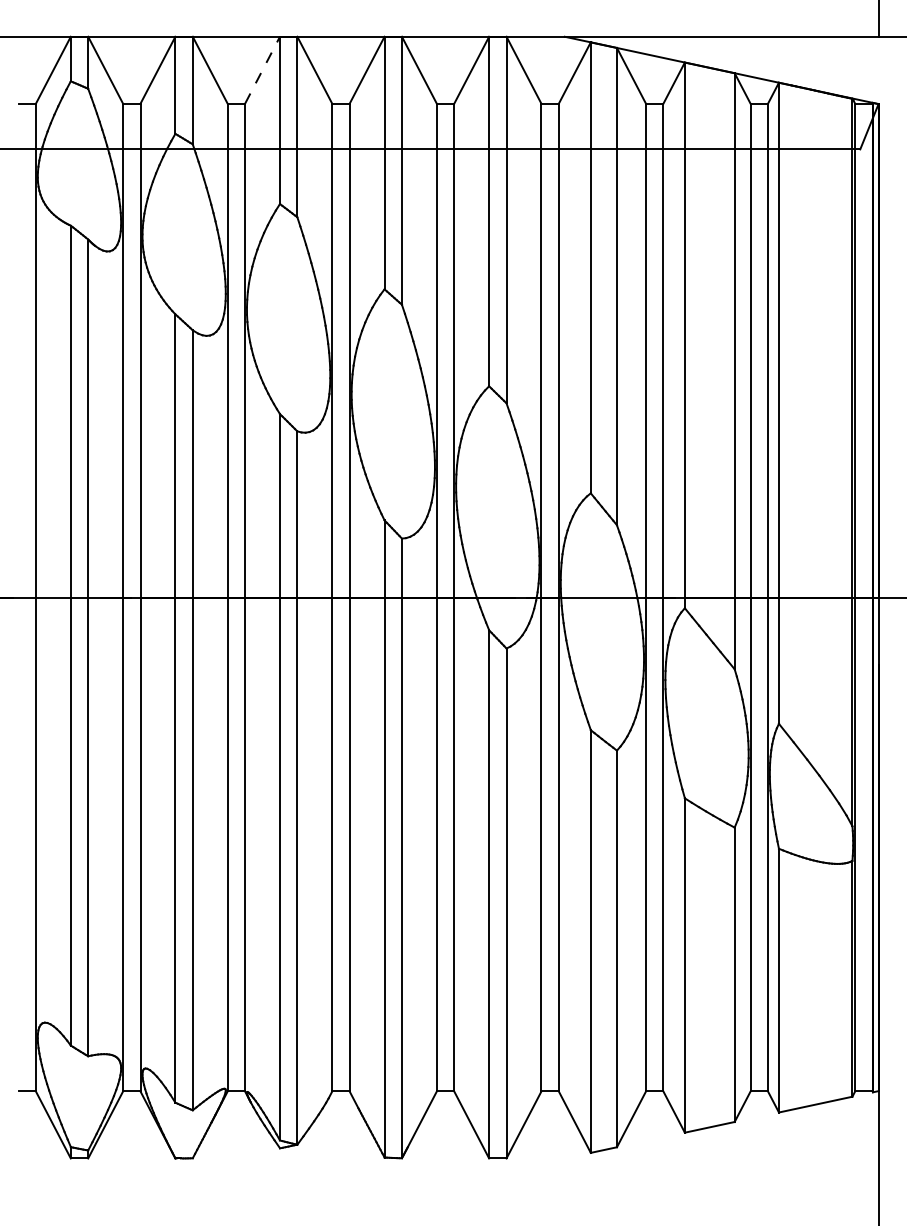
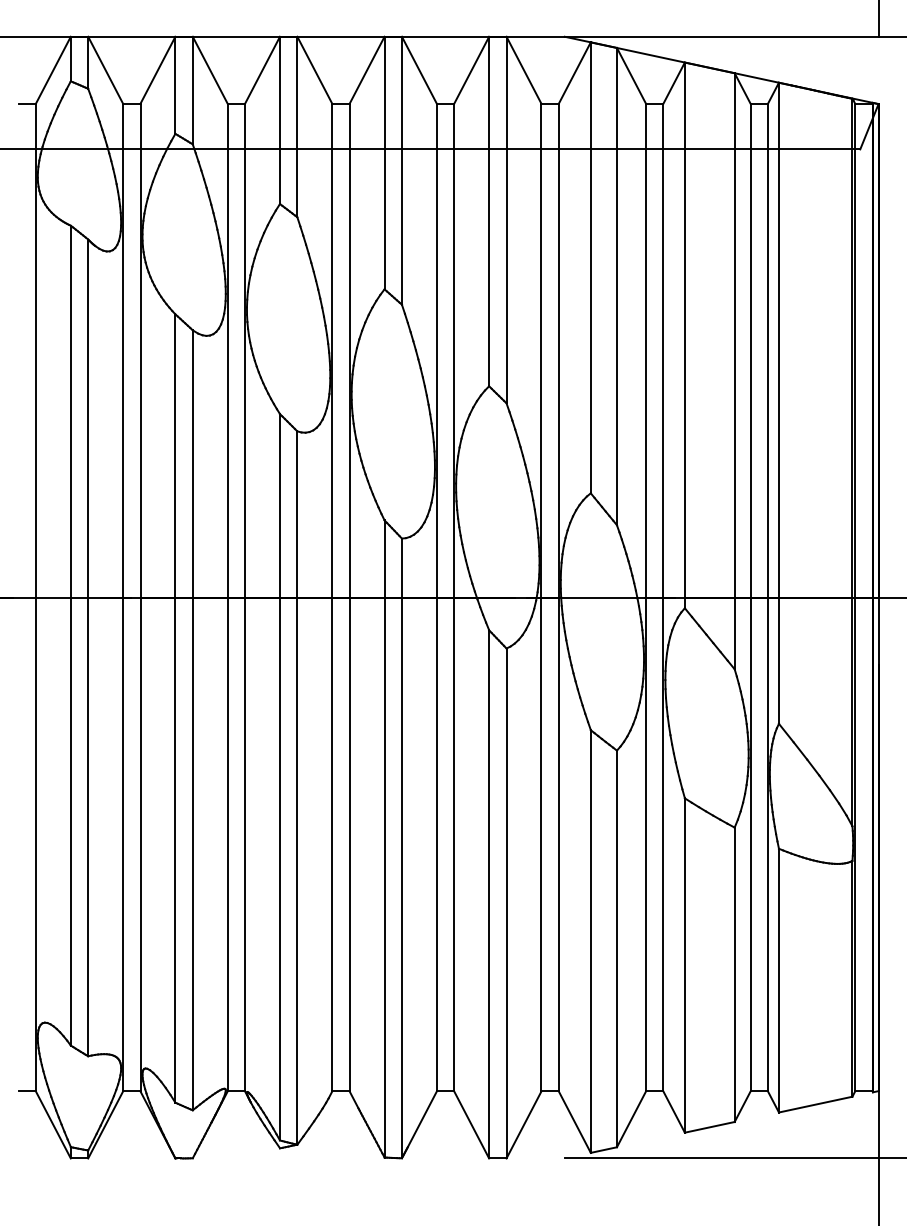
line at (262, 70): dashed -> solid
line at (733, 1158): none -> present
